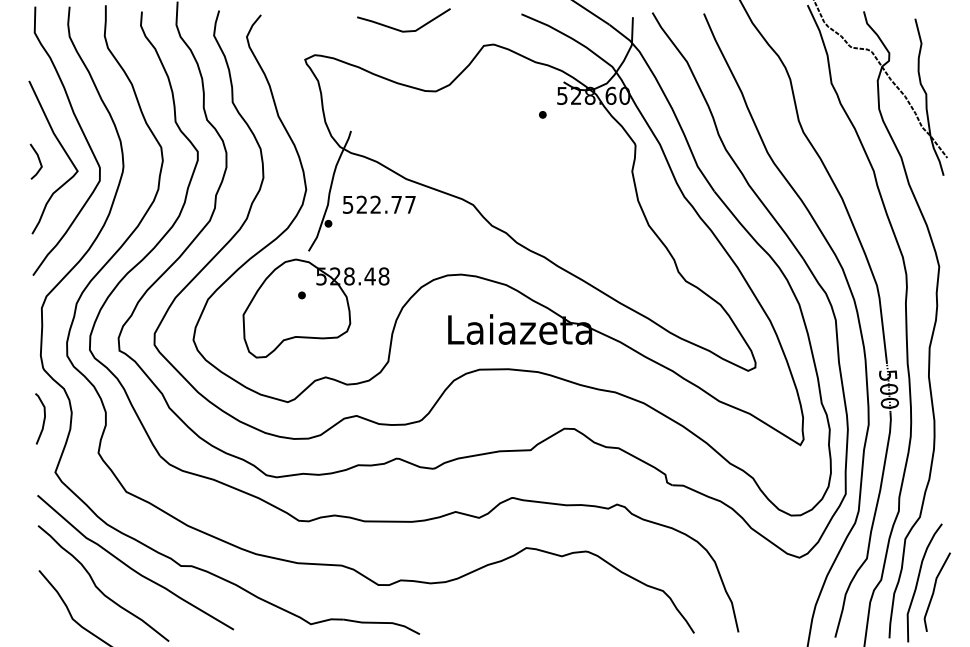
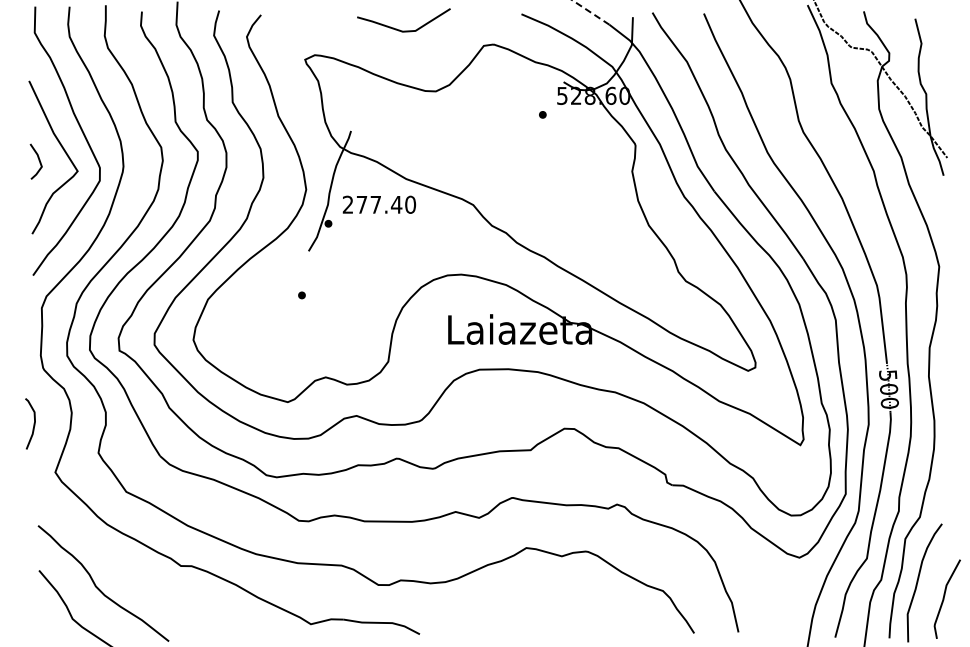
line at (590, 12): solid -> dashed
text at (379, 204): 522.77 -> 277.40
part at (315, 308): present -> none
curve at (43, 418) position: (43, 418) -> (33, 423)
curve at (130, 566): present -> none
curve at (934, 591) position: (934, 591) -> (944, 598)
